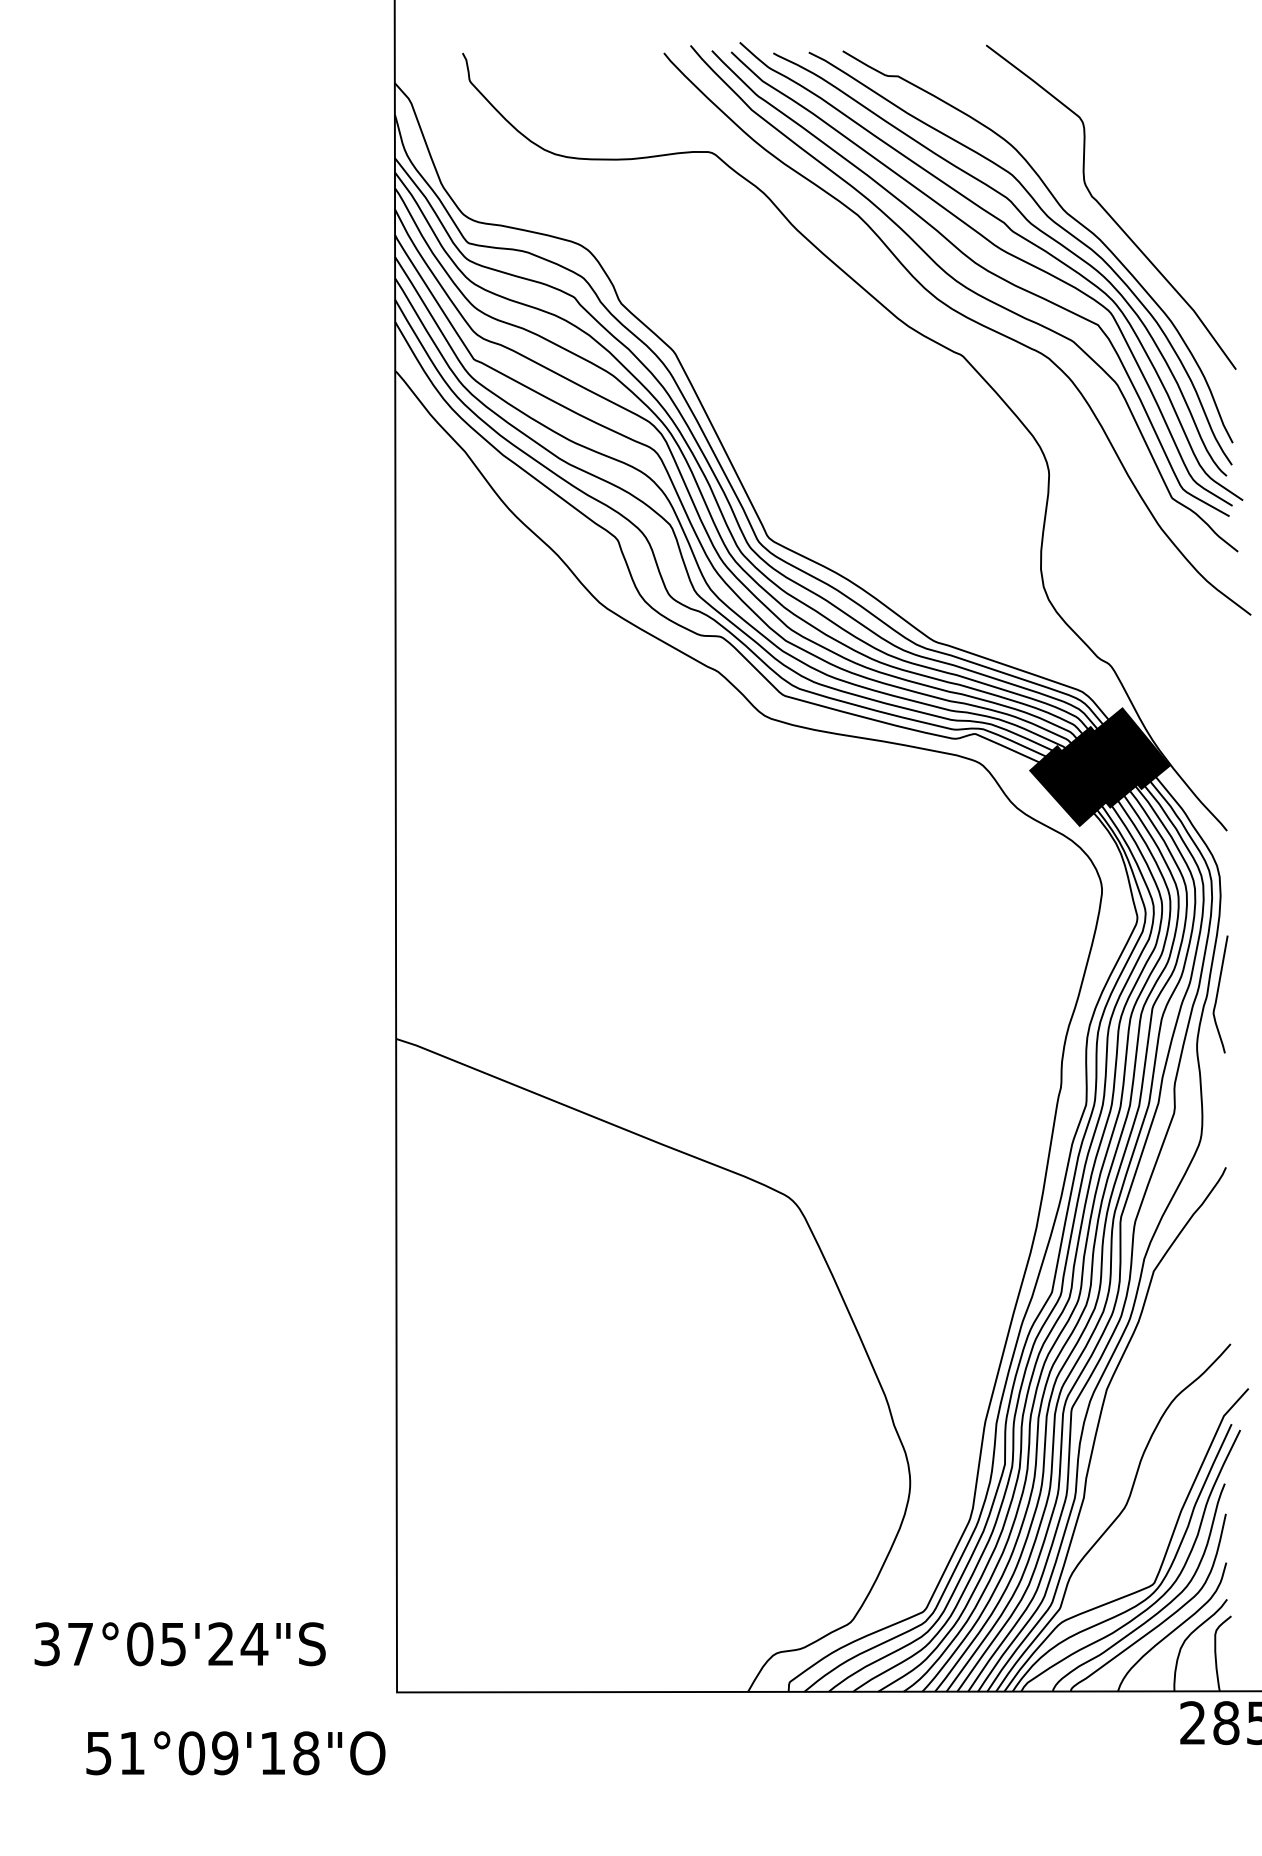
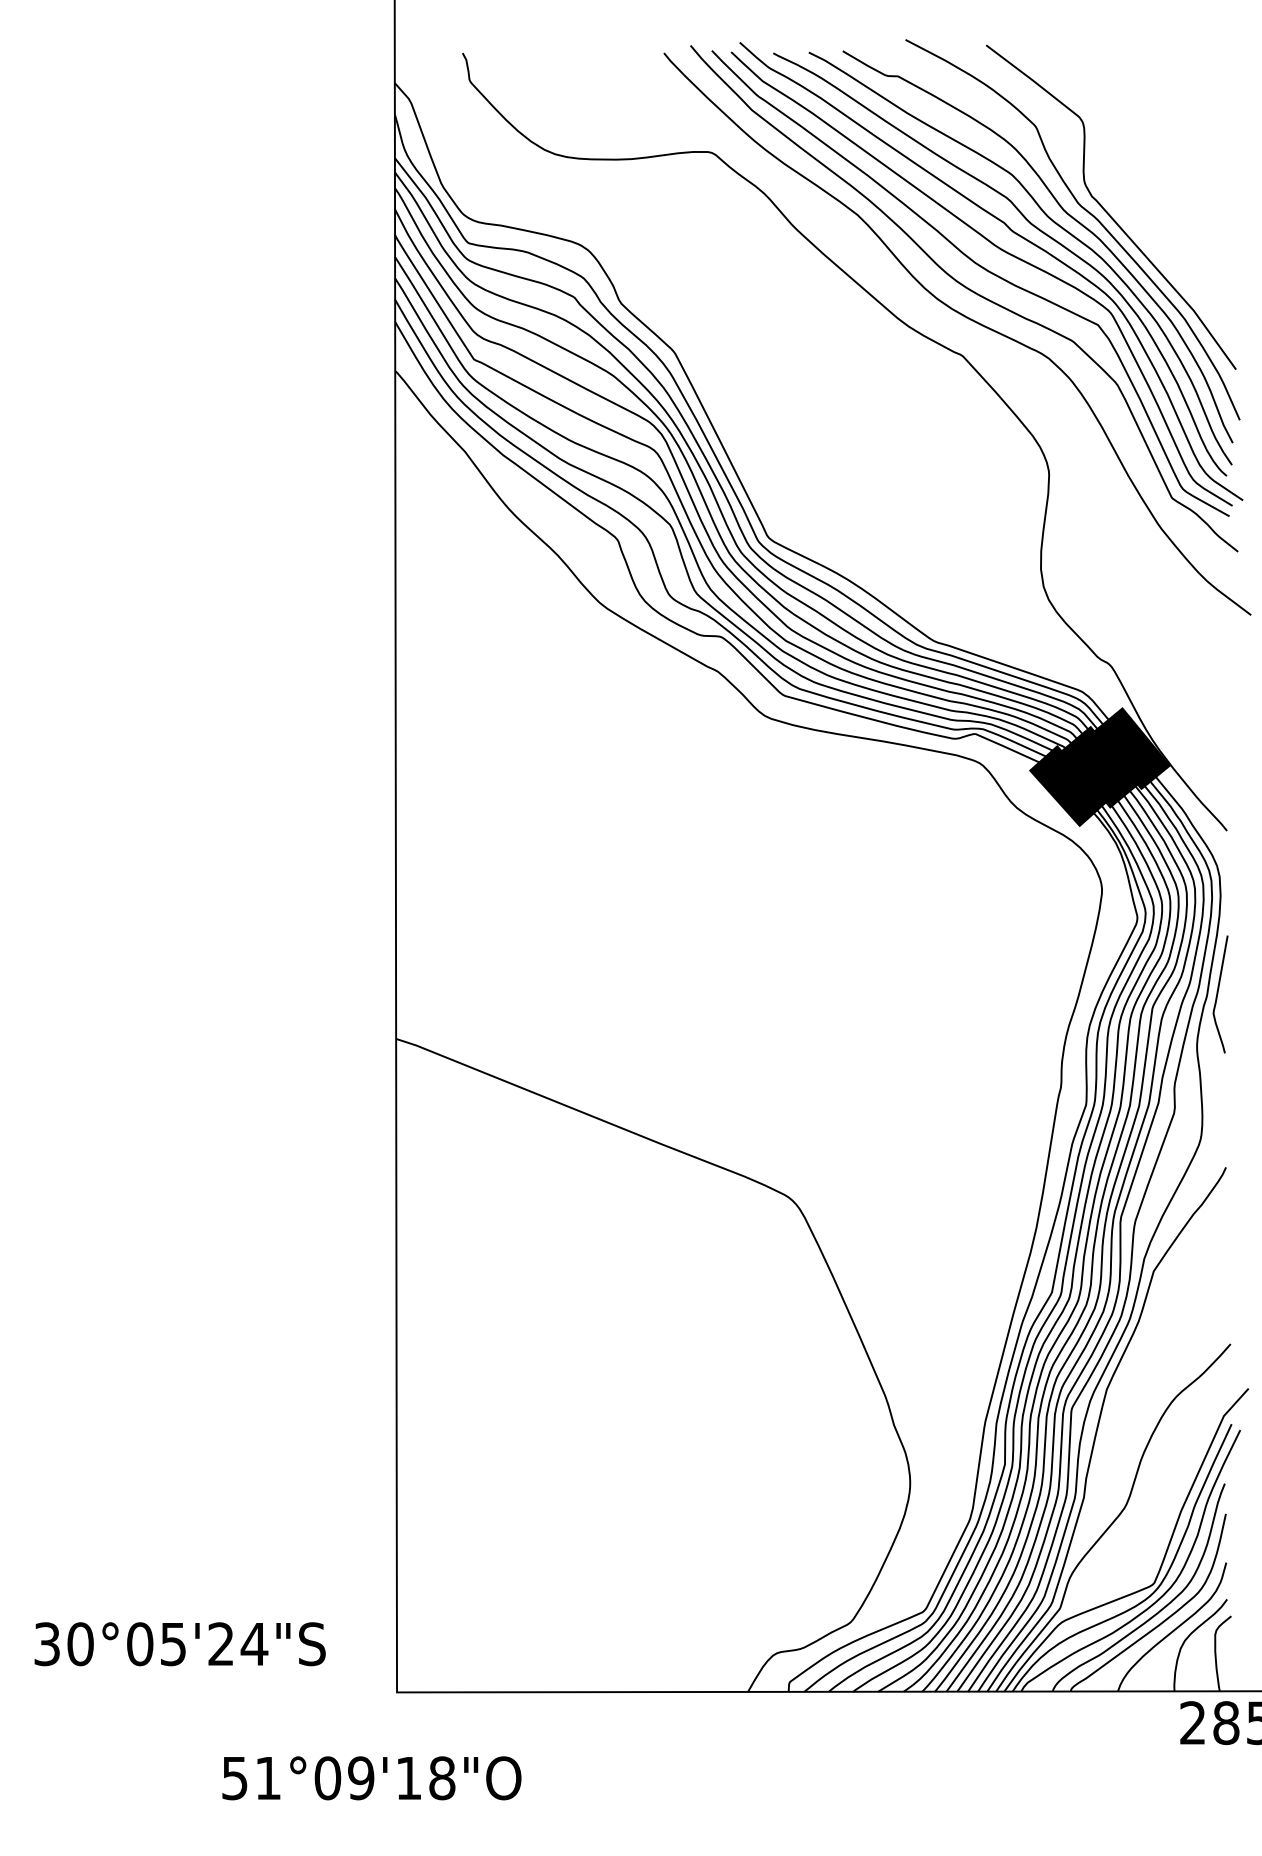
curve at (1084, 210): none -> present
text at (80, 1644): 37°05'24"S -> 30°05'24"S
text at (235, 1753) position: (235, 1753) -> (371, 1778)
